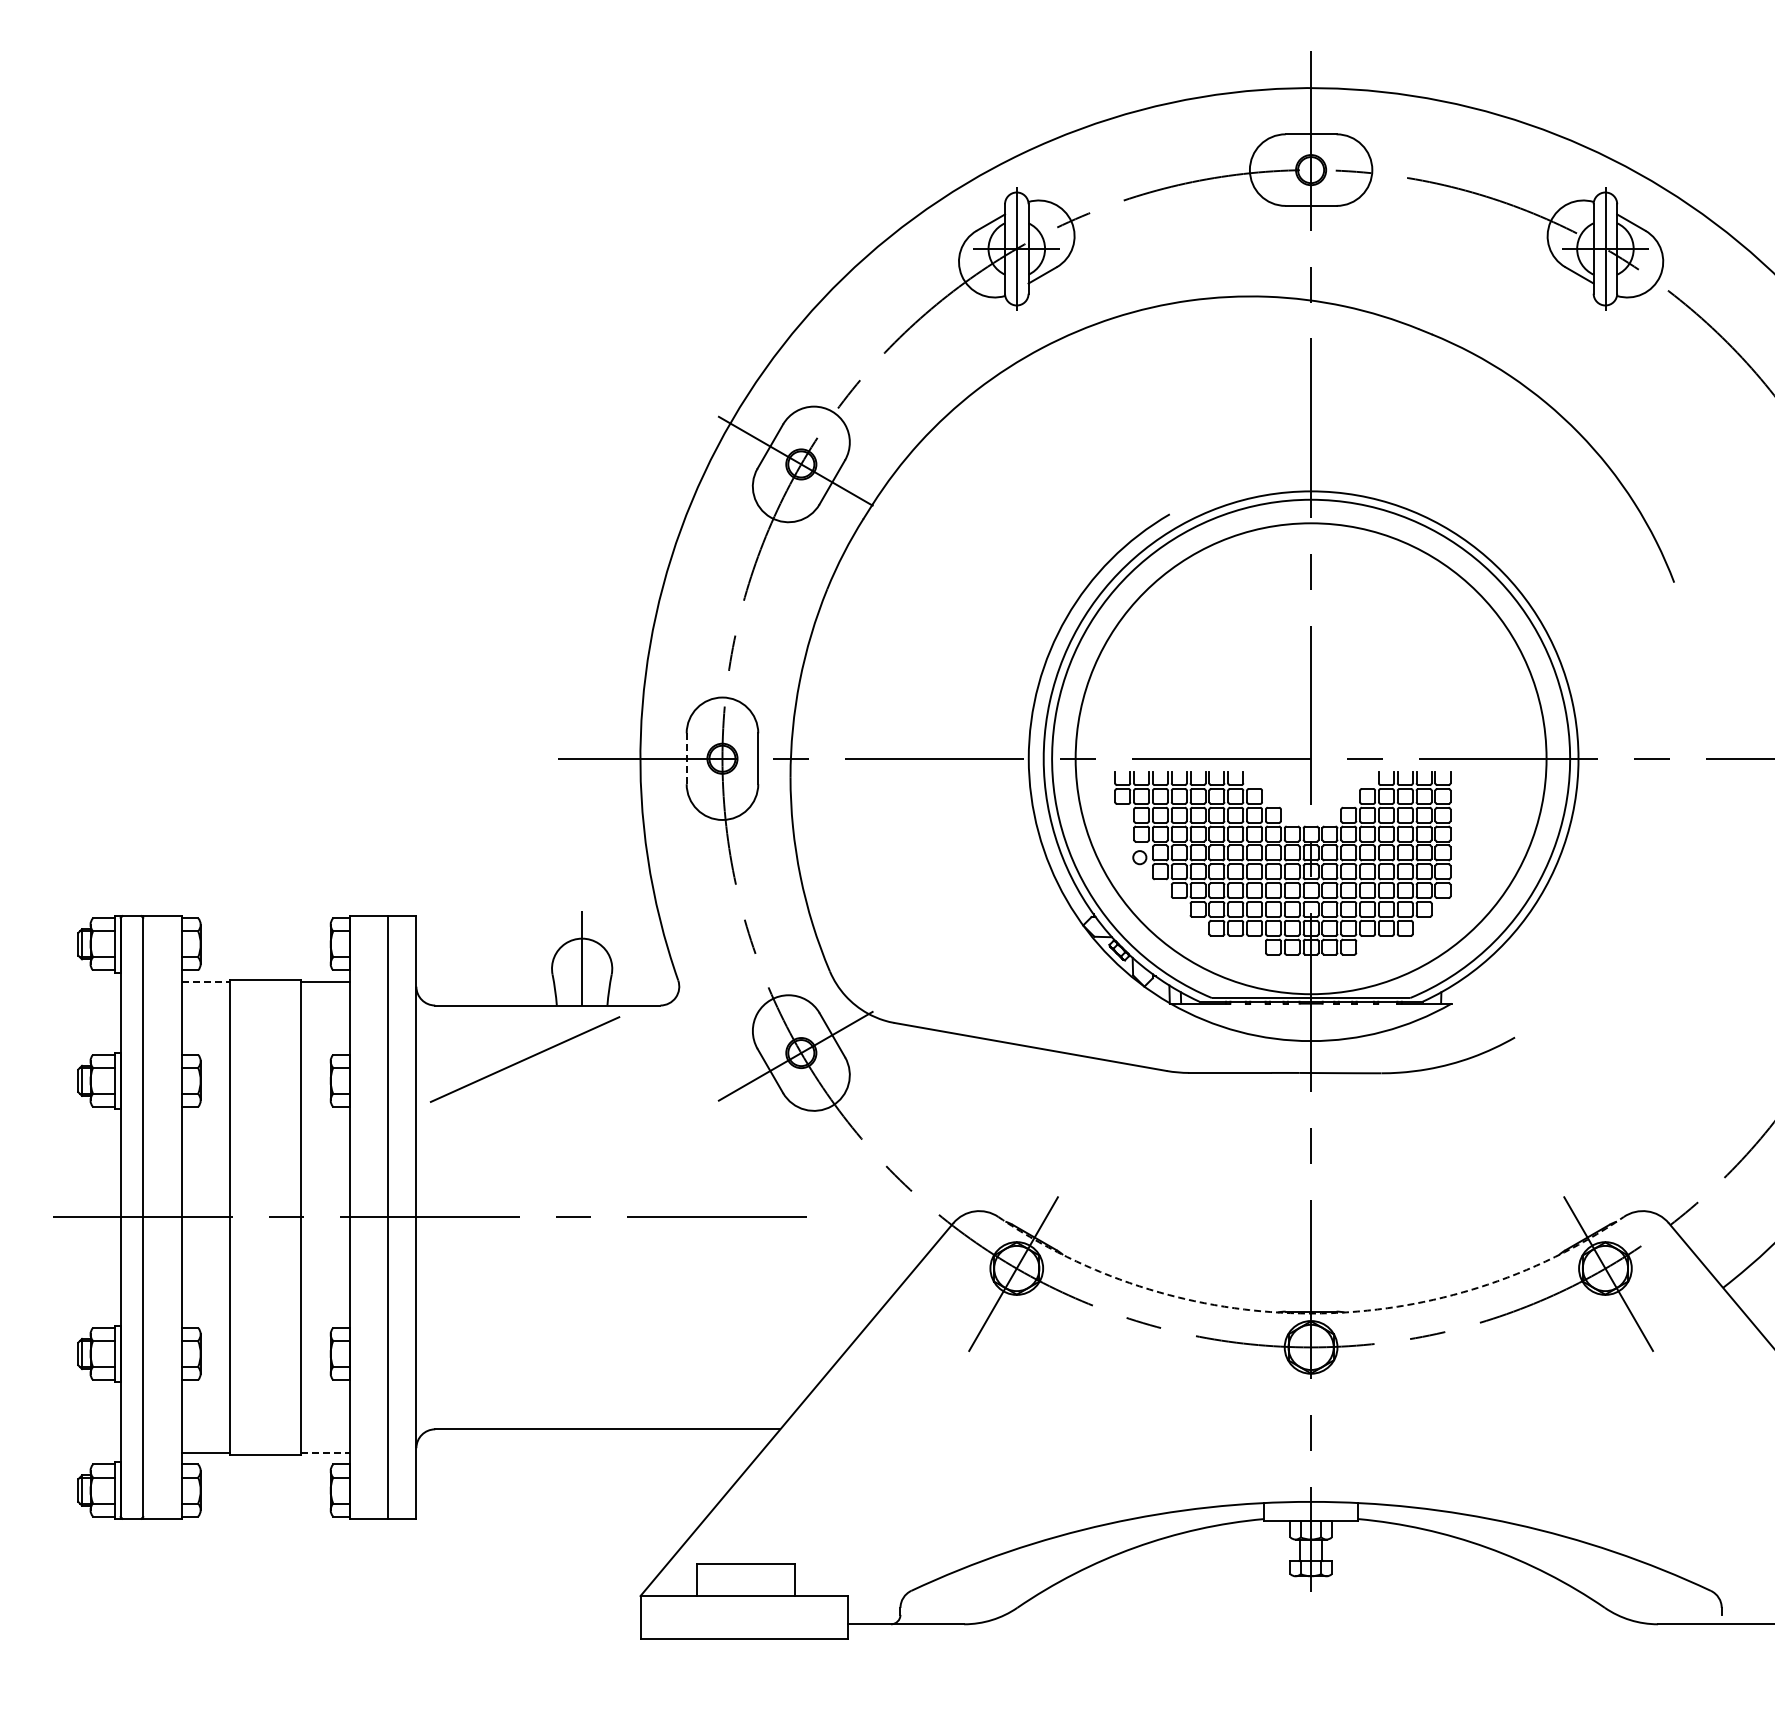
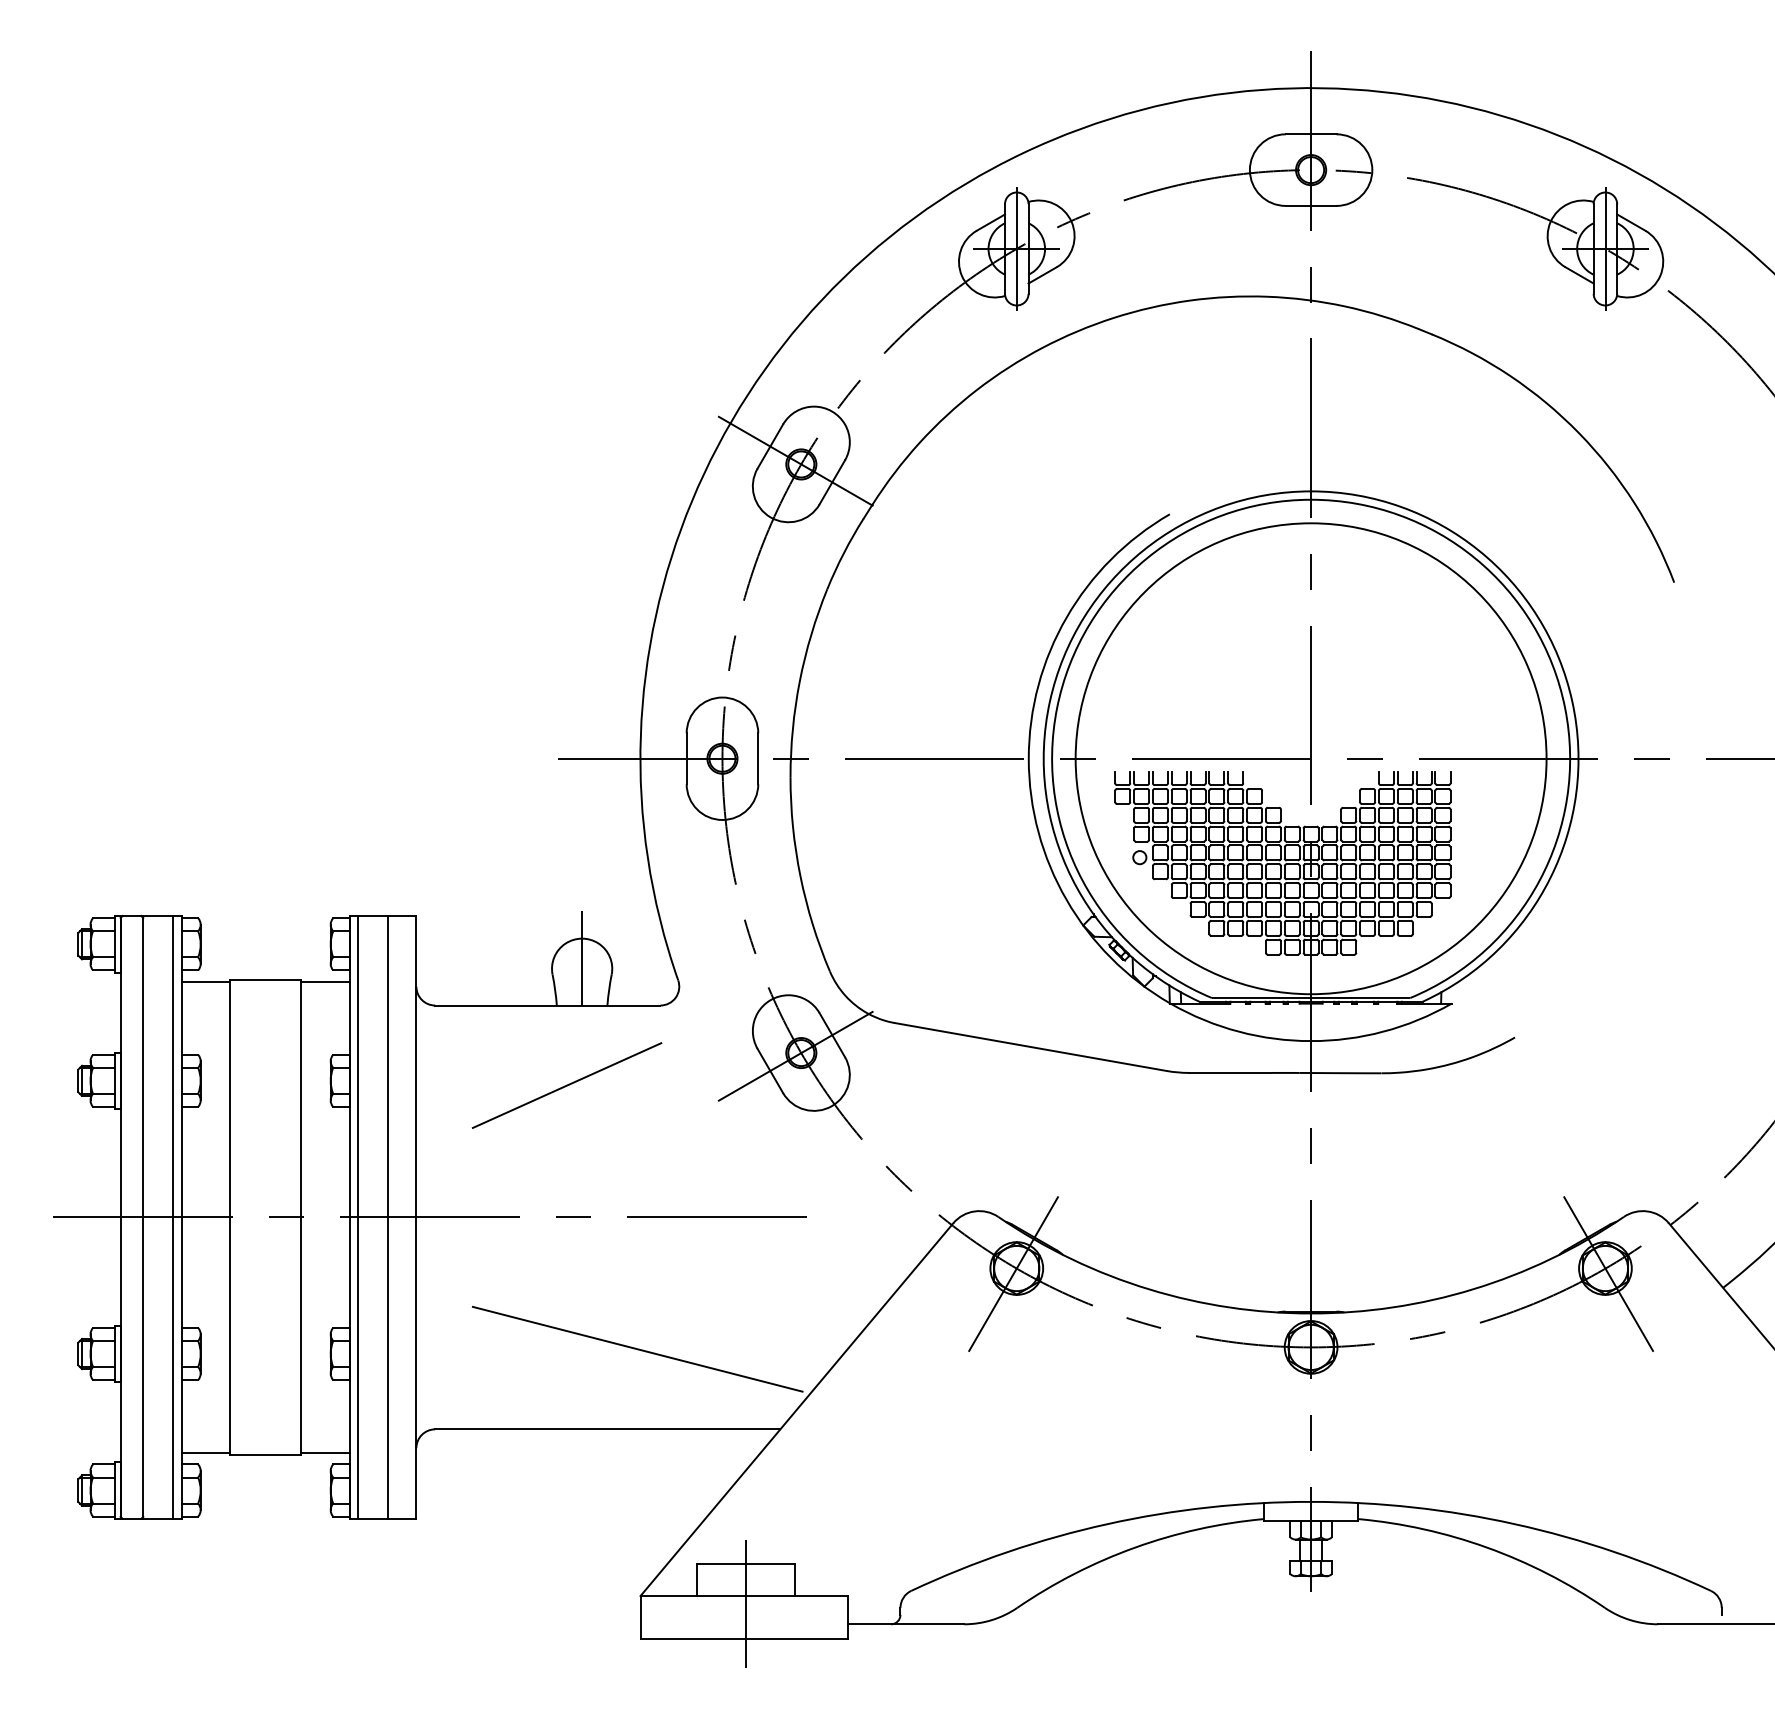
line at (686, 758): dashed -> solid
line at (206, 981): dashed -> solid
line at (524, 1059) position: (524, 1059) -> (566, 1085)
line at (173, 1217): none -> present
line at (357, 1217): none -> present
arc at (1311, 1313): dashed -> solid
line at (637, 1348): none -> present
line at (325, 1452): dashed -> solid
line at (746, 1603): none -> present
